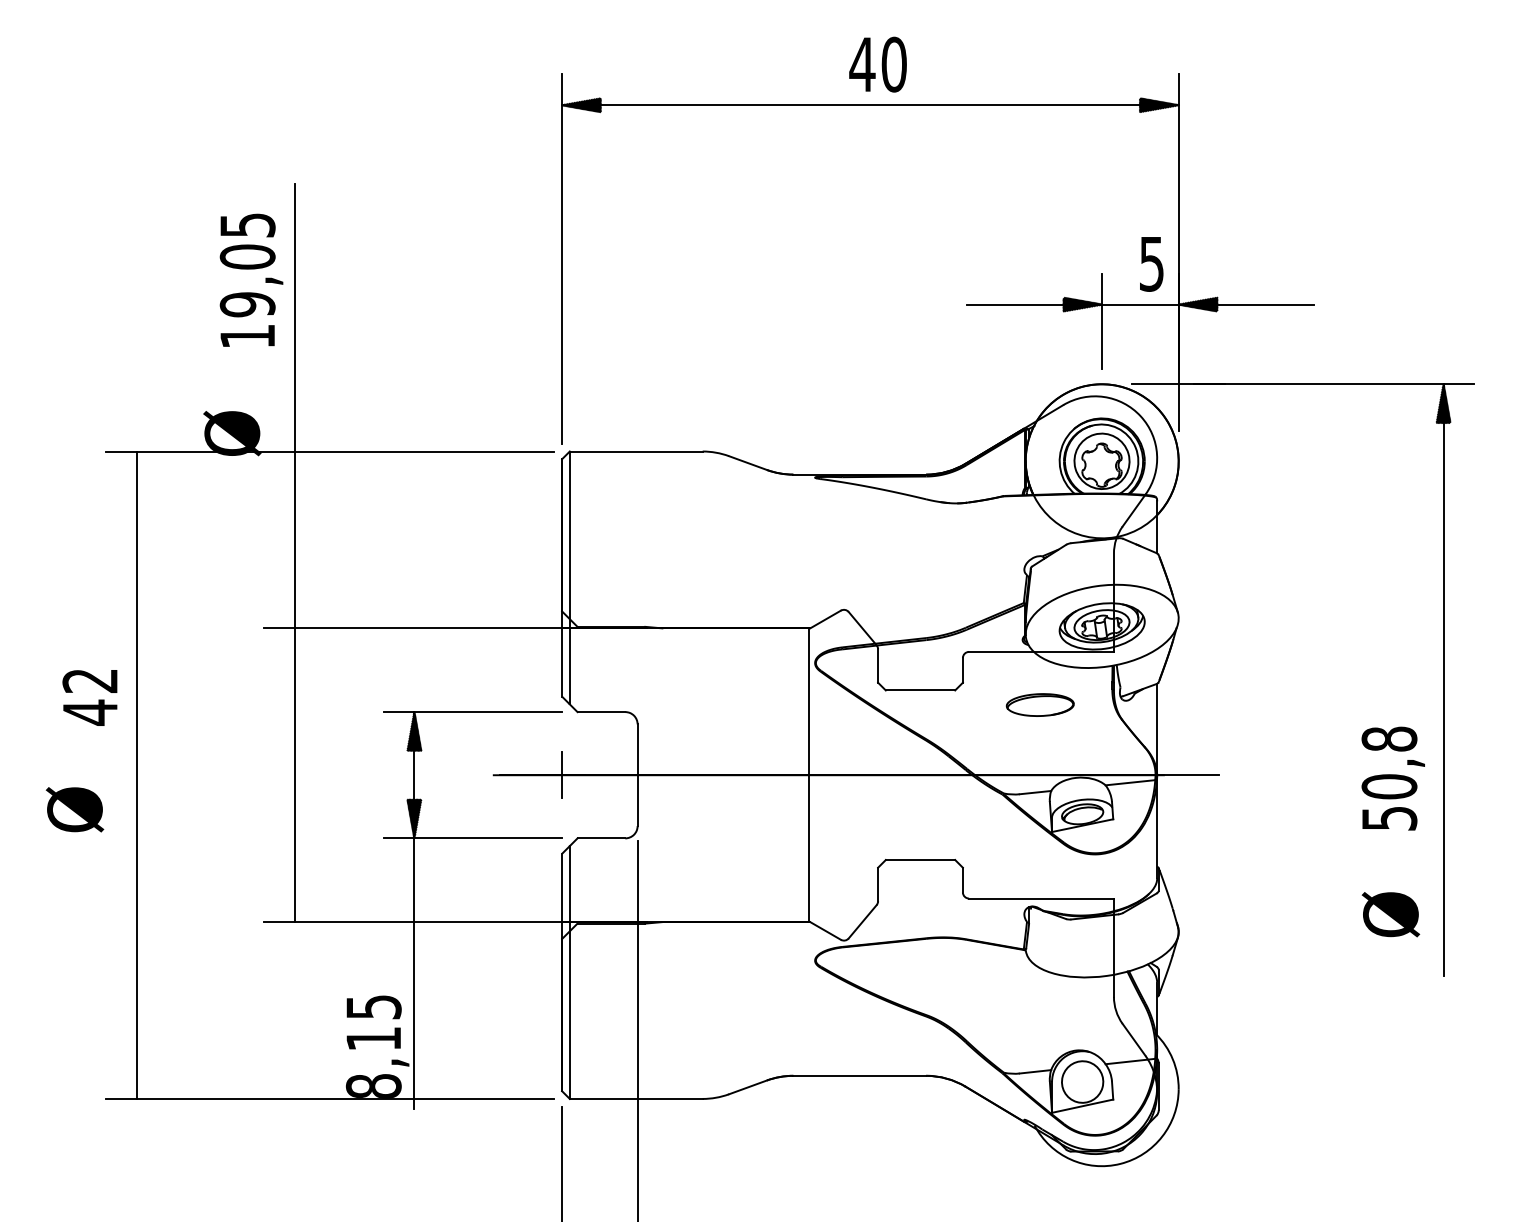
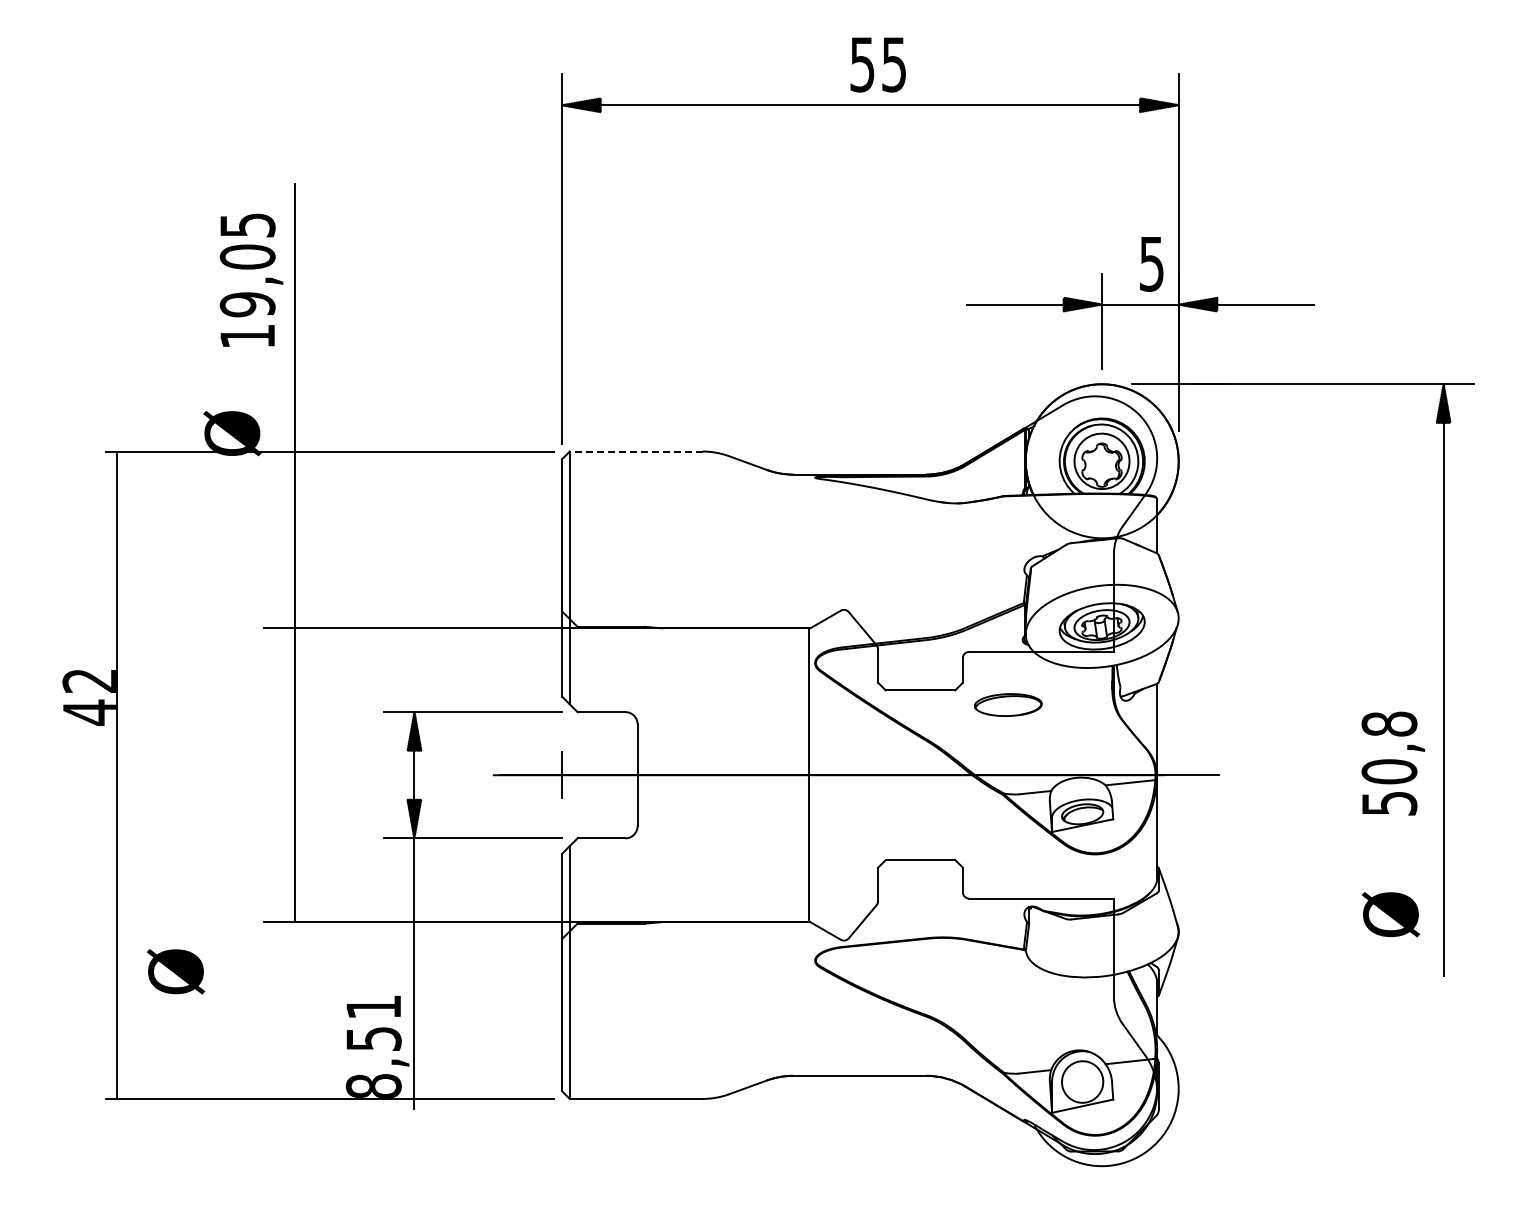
text at (877, 64): 40 -> 55
line at (635, 451): solid -> dashed
part at (1039, 704) position: (1039, 704) -> (1007, 704)
line at (137, 774) position: (137, 774) -> (117, 774)
text at (1392, 778) position: (1392, 778) -> (1392, 763)
text at (74, 809) position: (74, 809) -> (175, 971)
text at (373, 1022): 8,15 -> 8,51
line at (637, 1029): present -> none
line at (562, 1162): present -> none
